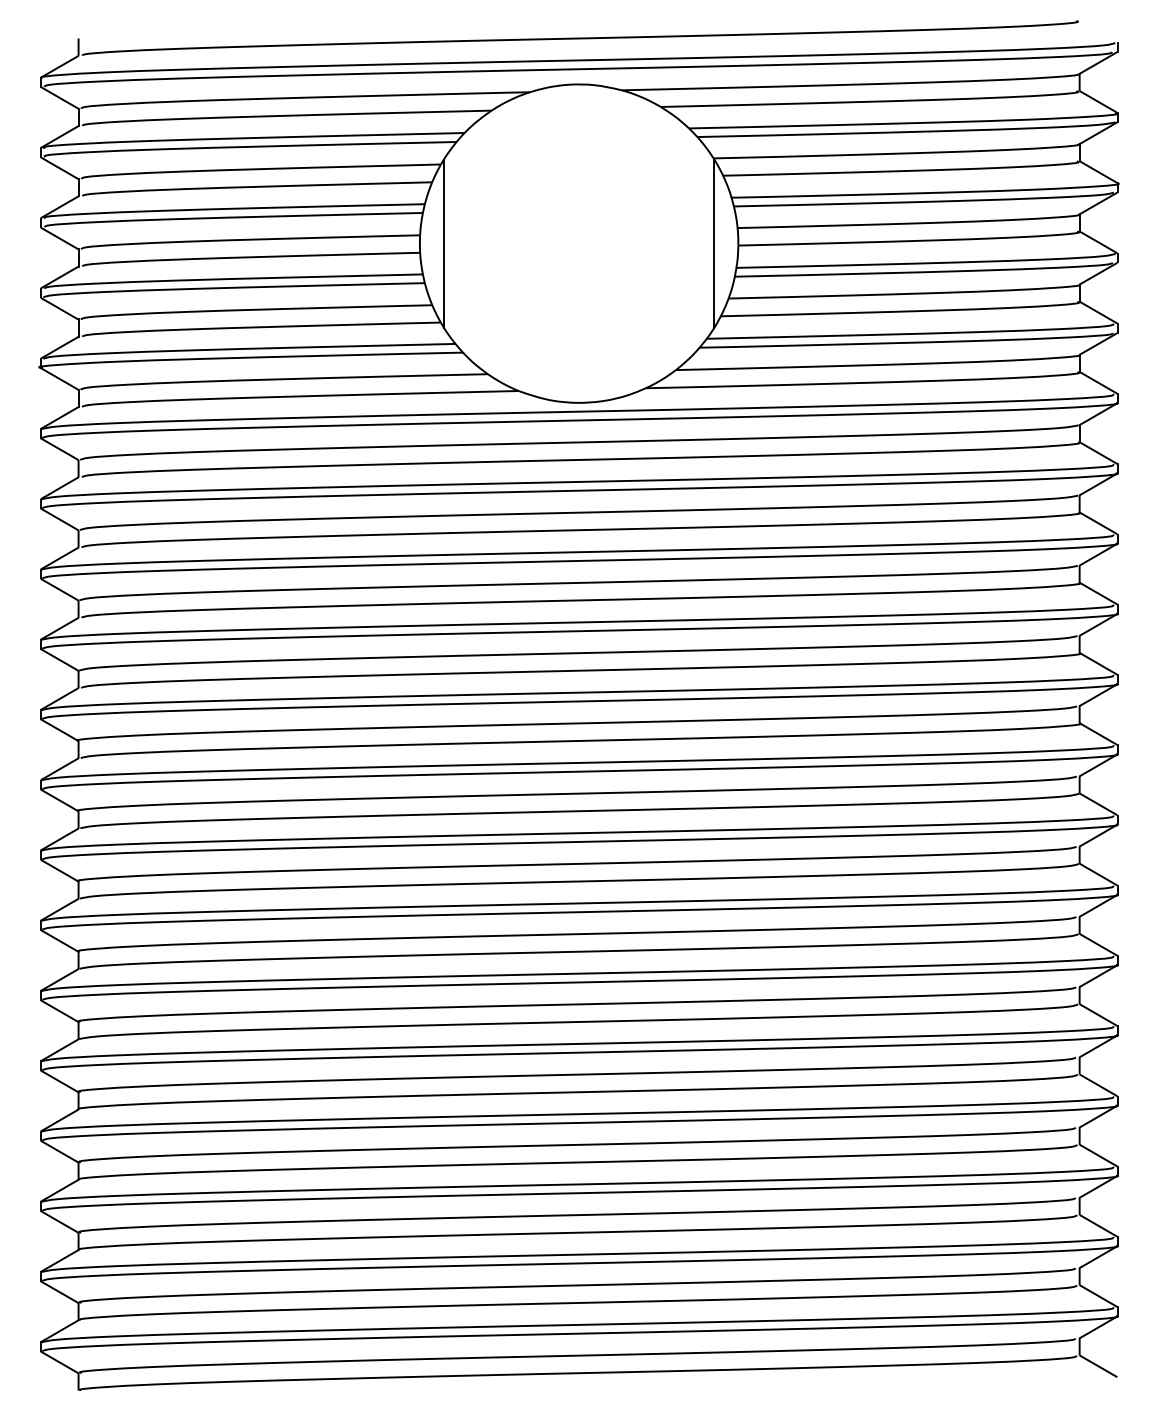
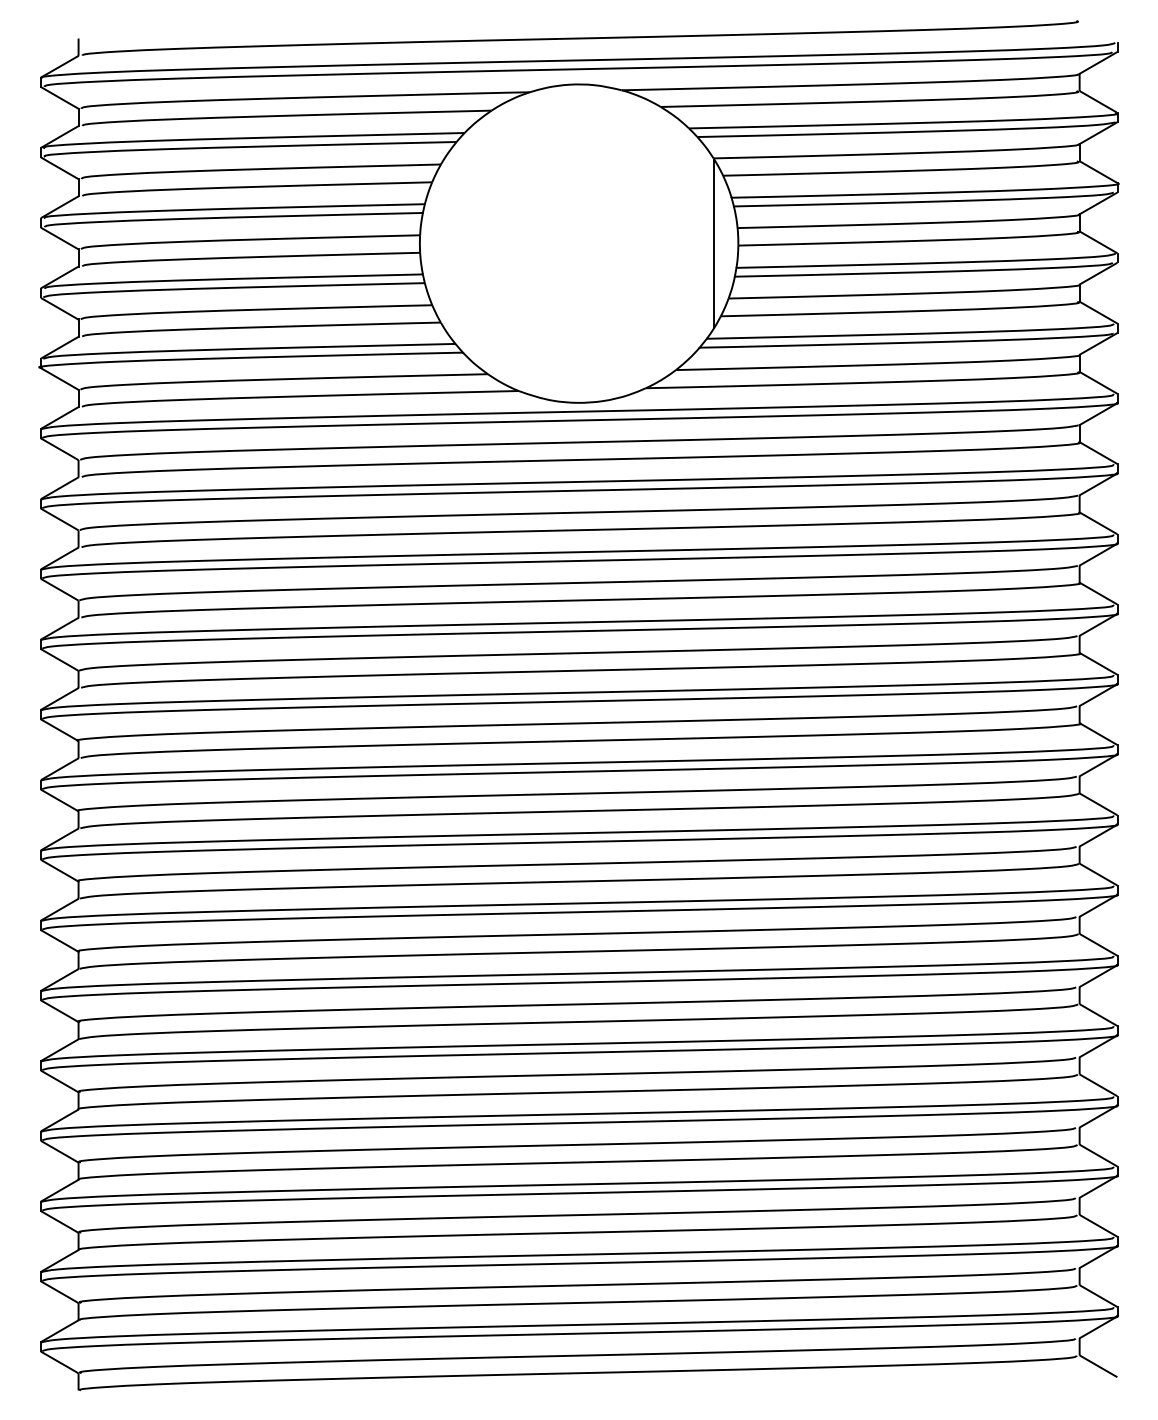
line at (443, 243): present -> none
